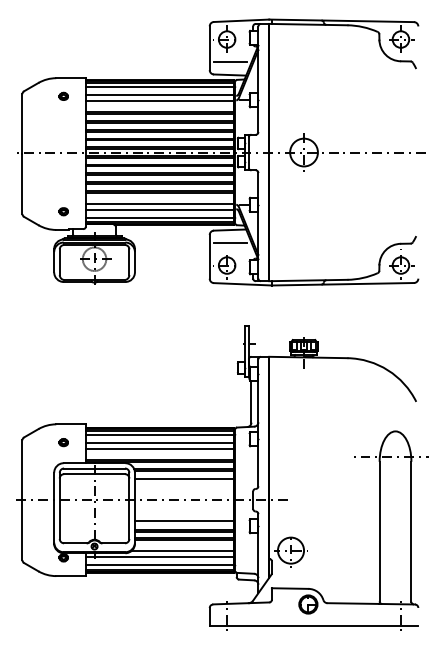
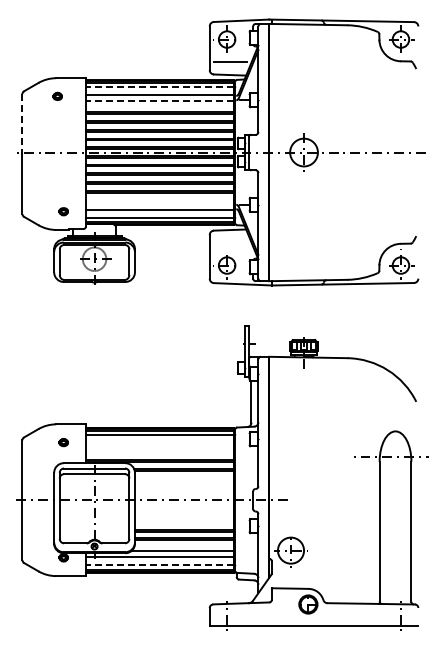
line at (159, 87): solid -> dashed
part at (63, 95) position: (63, 95) -> (57, 95)
line at (159, 101): solid -> dashed
line at (22, 124): solid -> dashed
line at (159, 203): present -> none
line at (230, 243): present -> none
line at (159, 442): present -> none
line at (159, 449): present -> none
line at (183, 479): present -> none
line at (183, 521): present -> none
line at (159, 565): solid -> dashed
